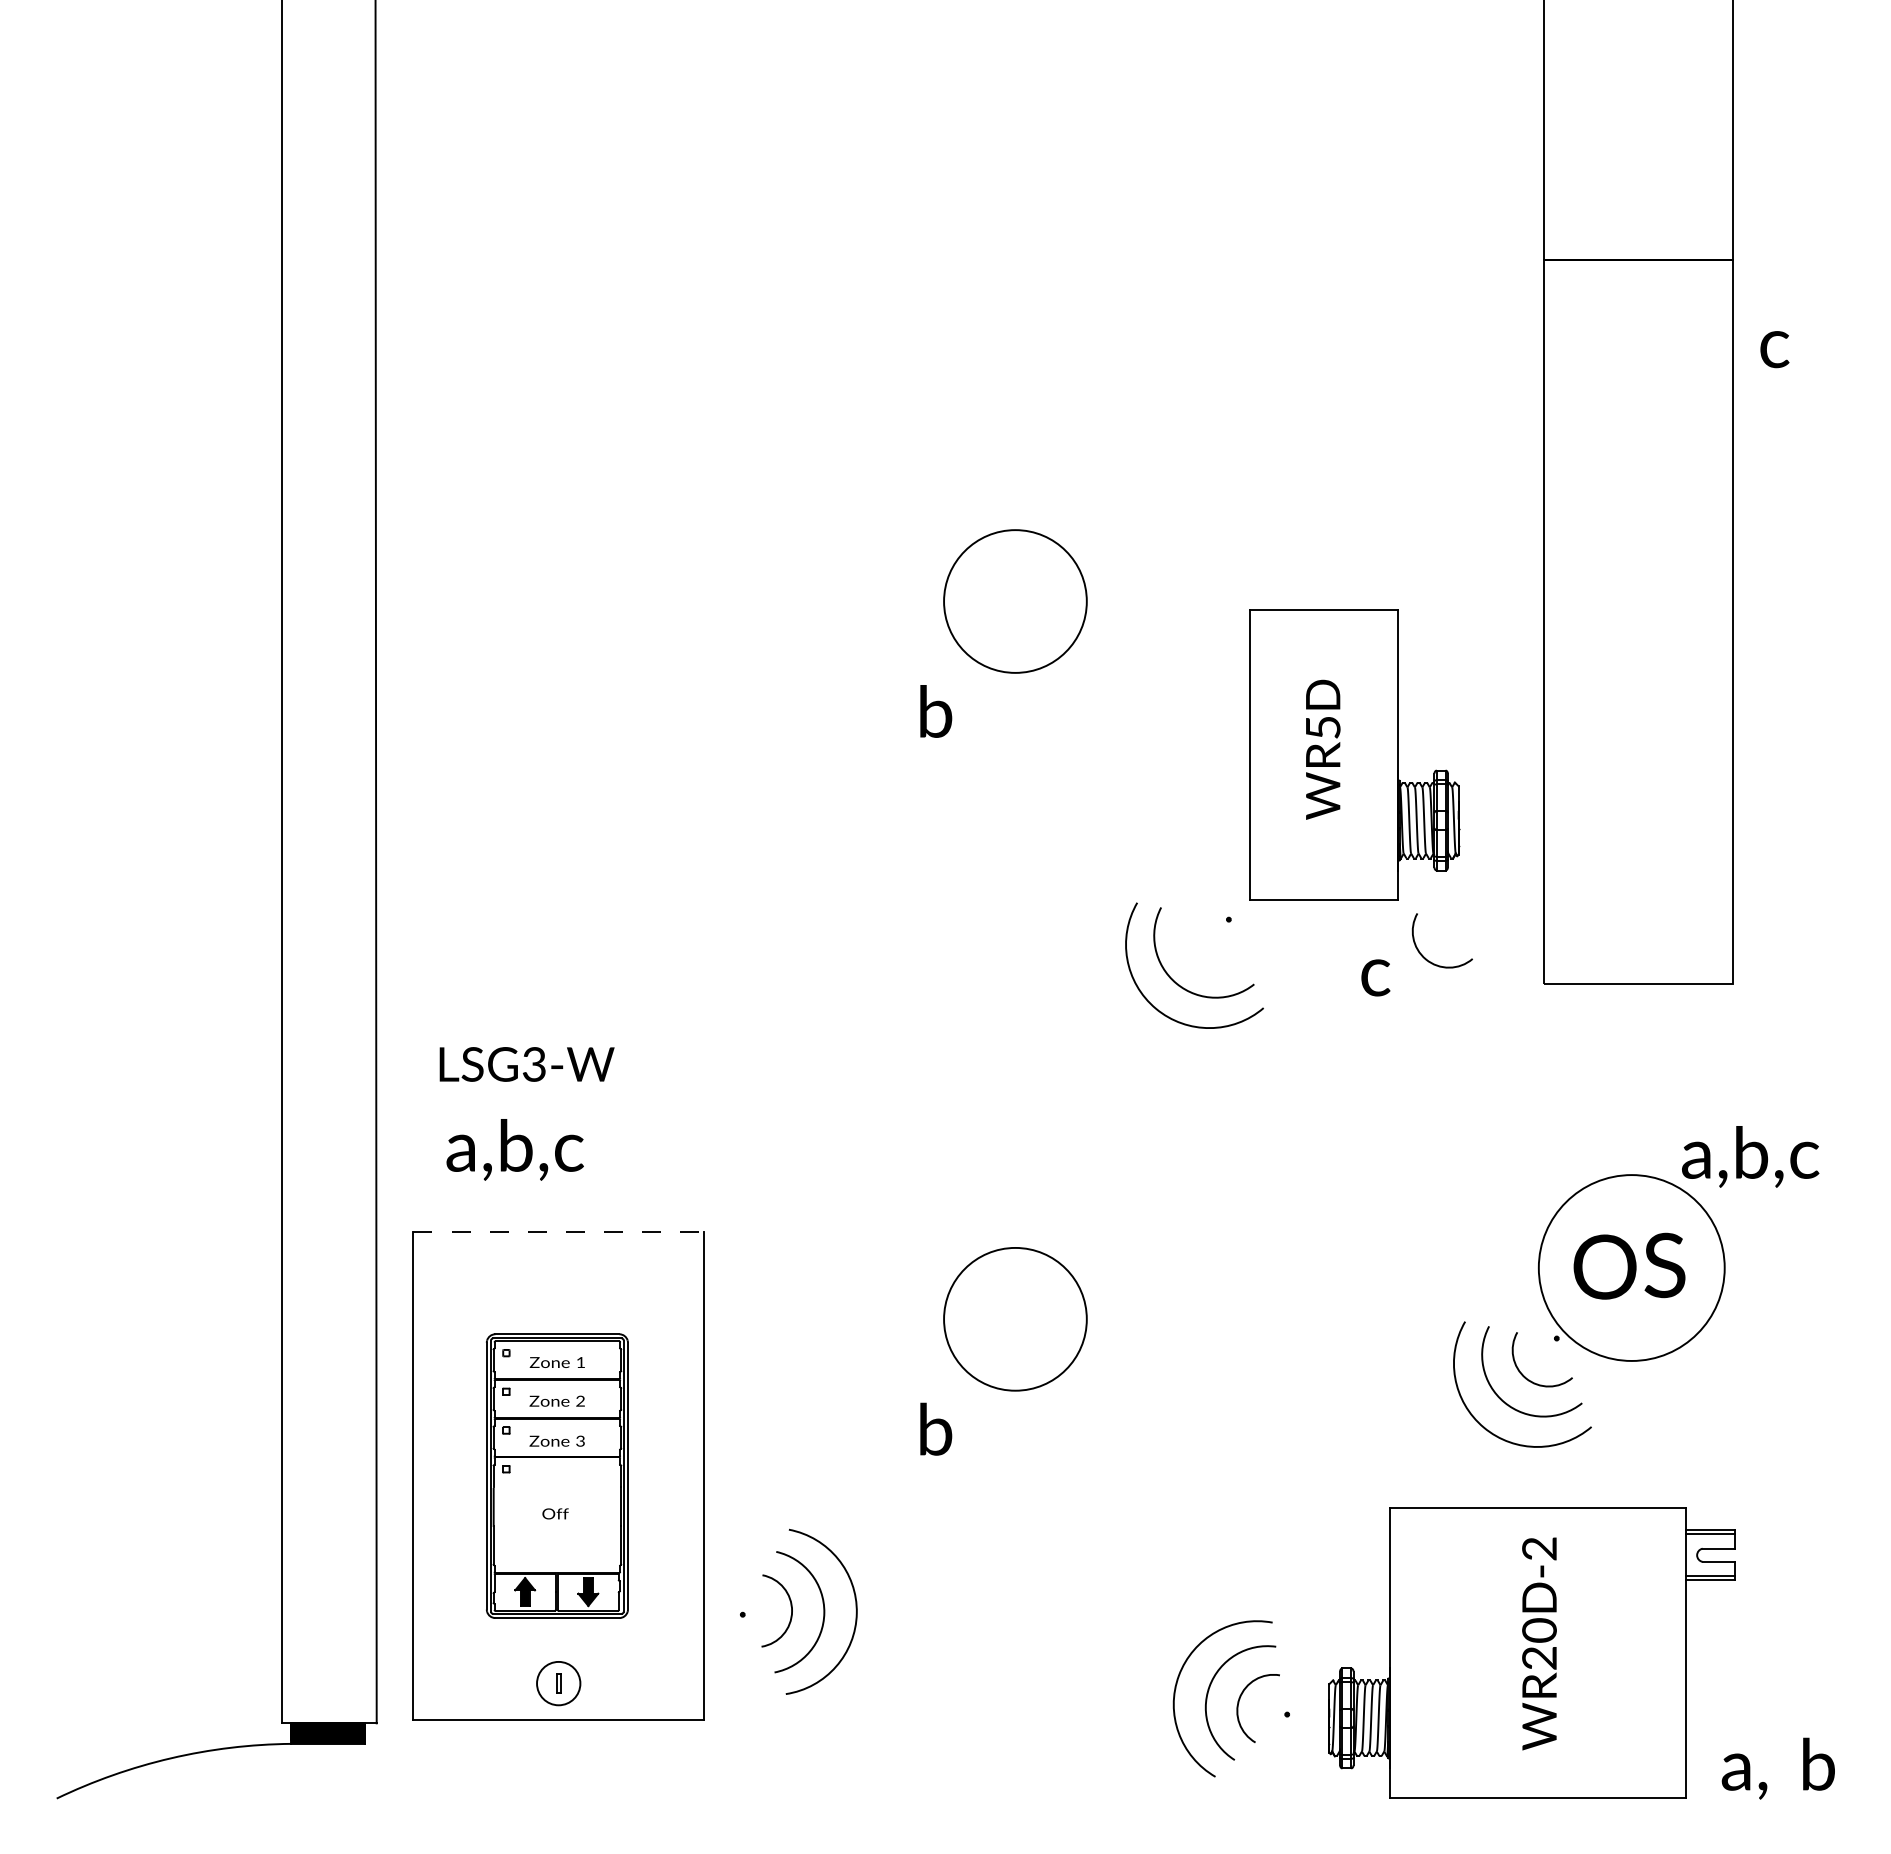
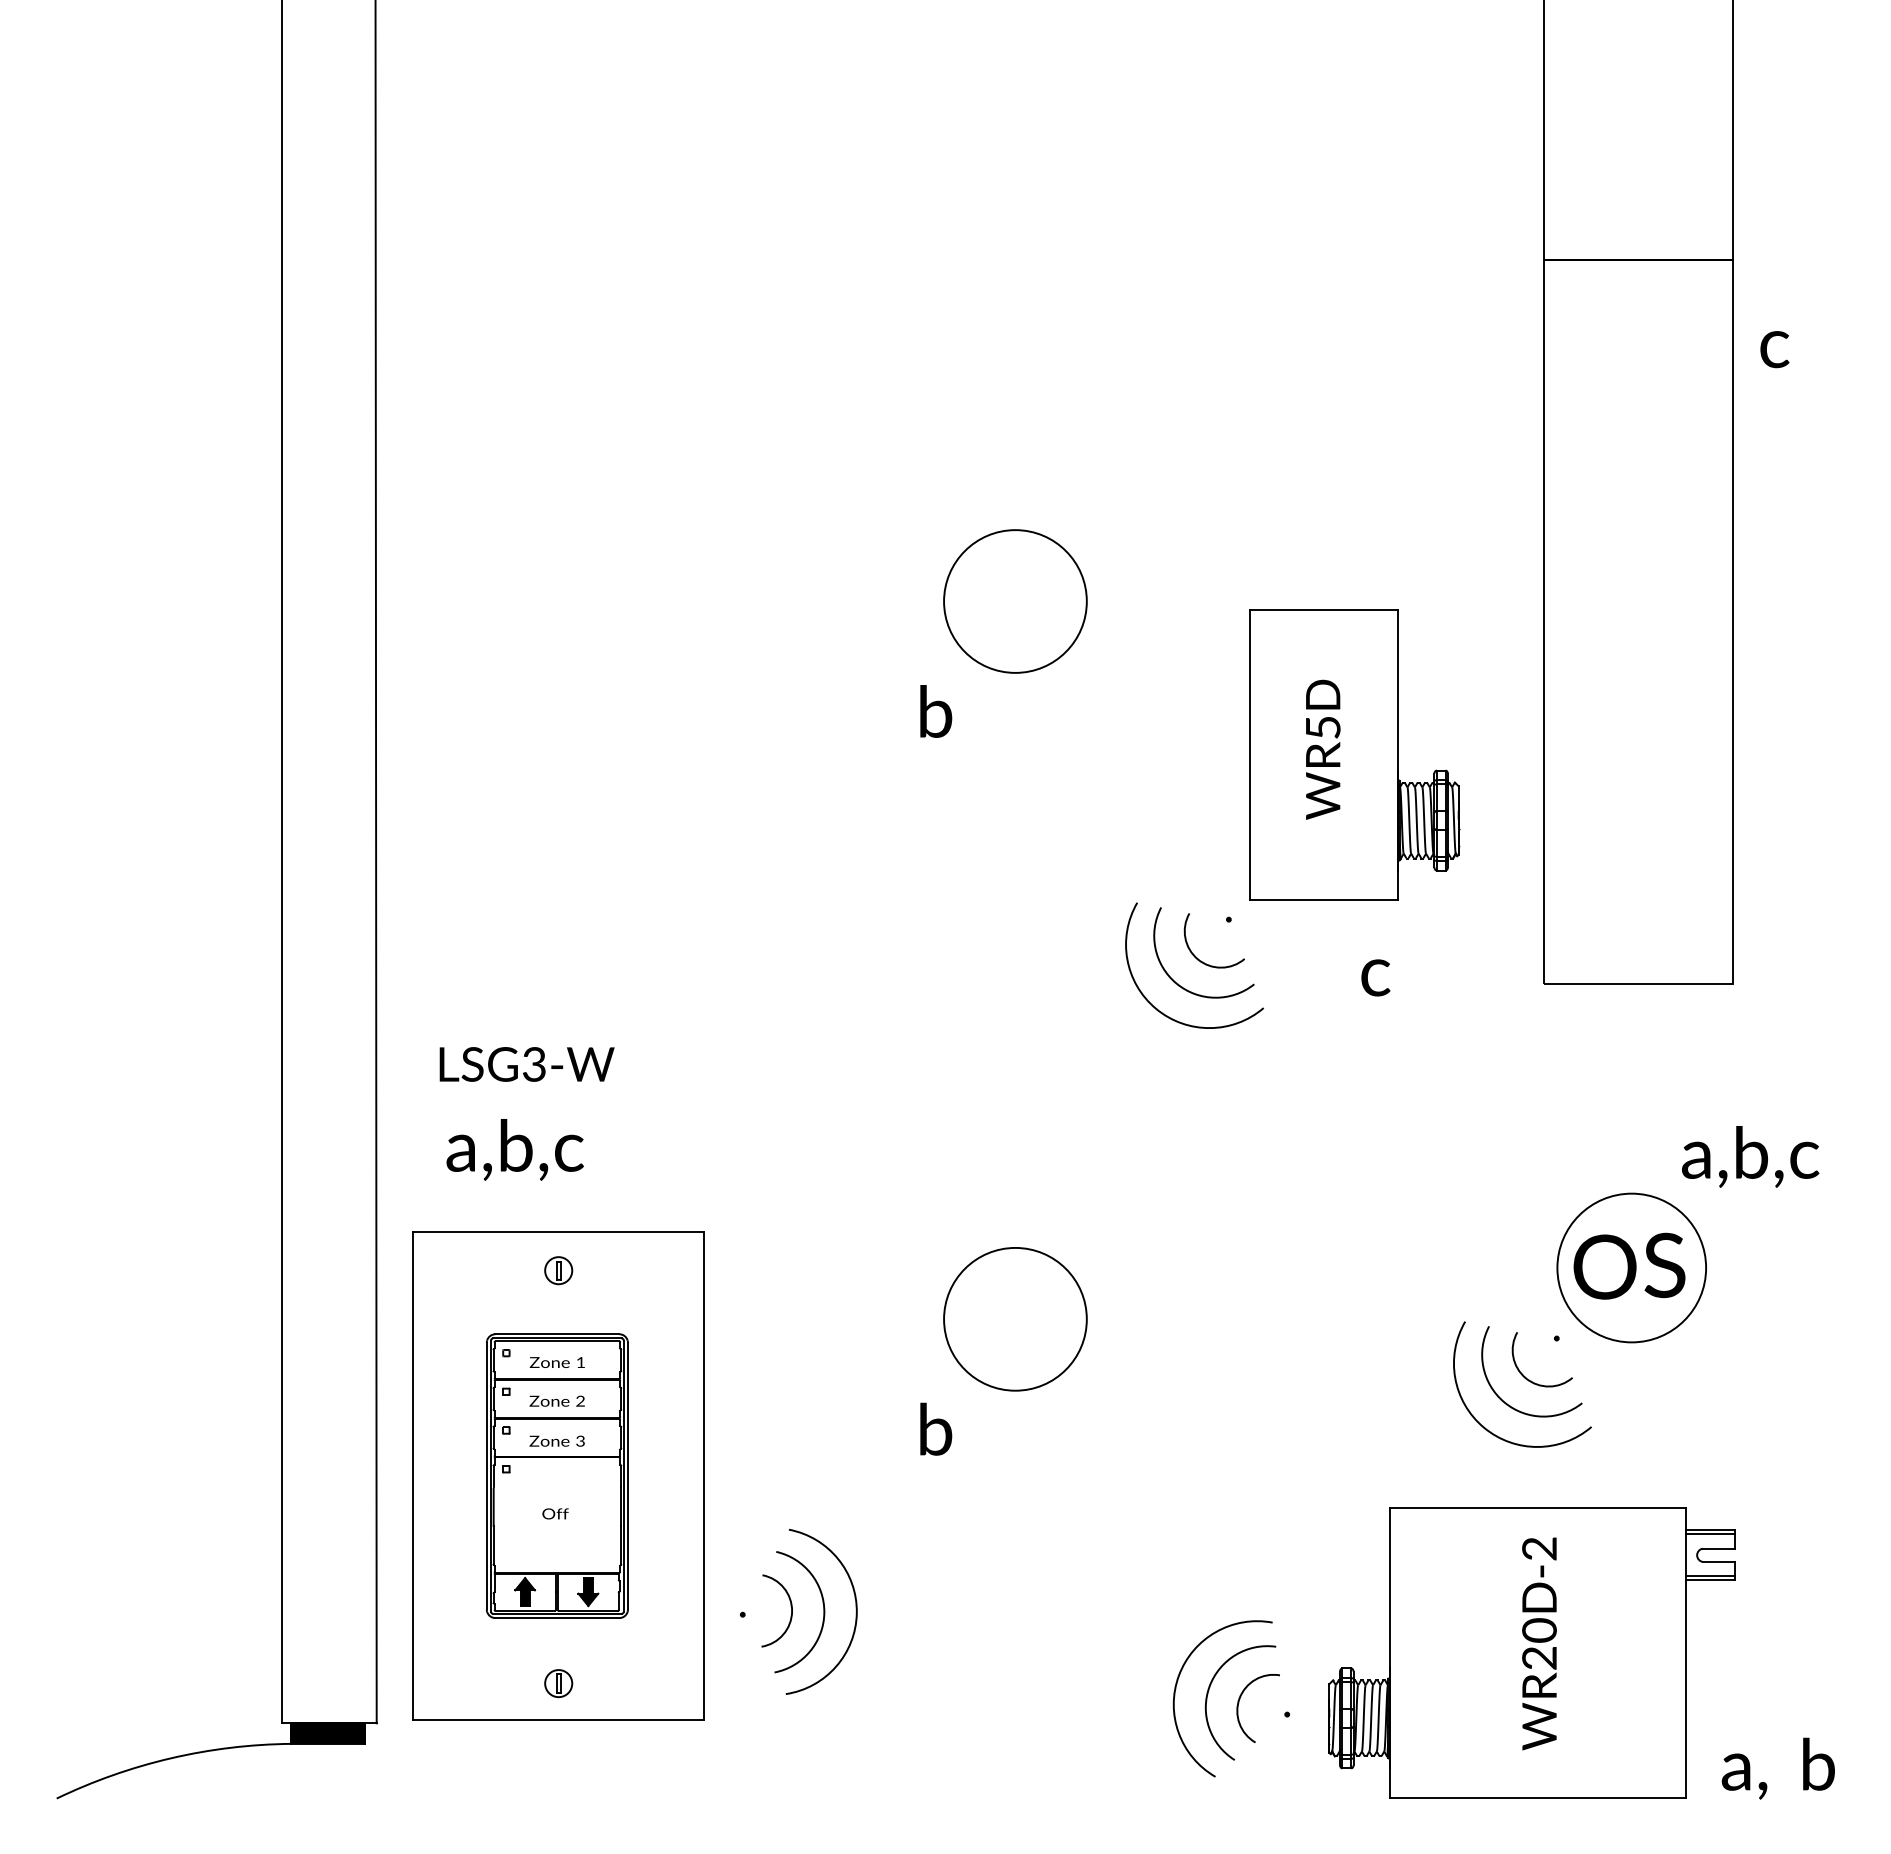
arc at (1429, 960) position: (1429, 960) -> (1201, 960)
line at (559, 1232): dashed -> solid
circle at (1631, 1267) diameter: 186 px -> 149 px
part at (558, 1270): none -> present
circle at (558, 1683) diameter: 43 px -> 27 px
